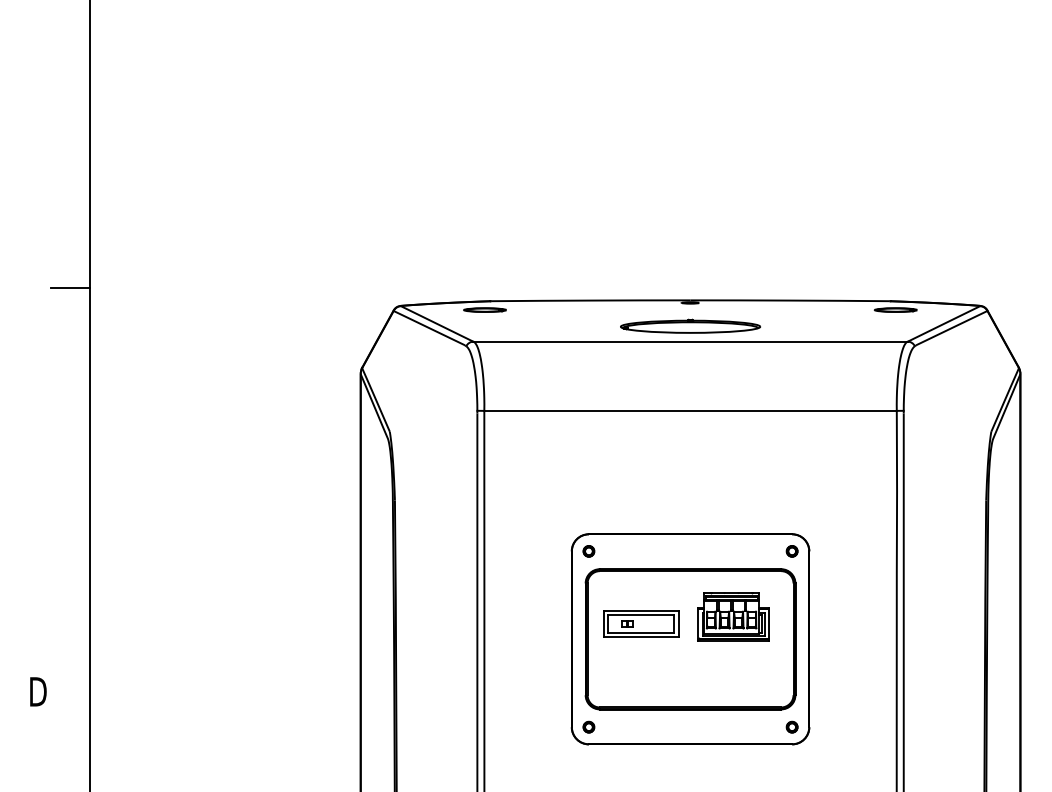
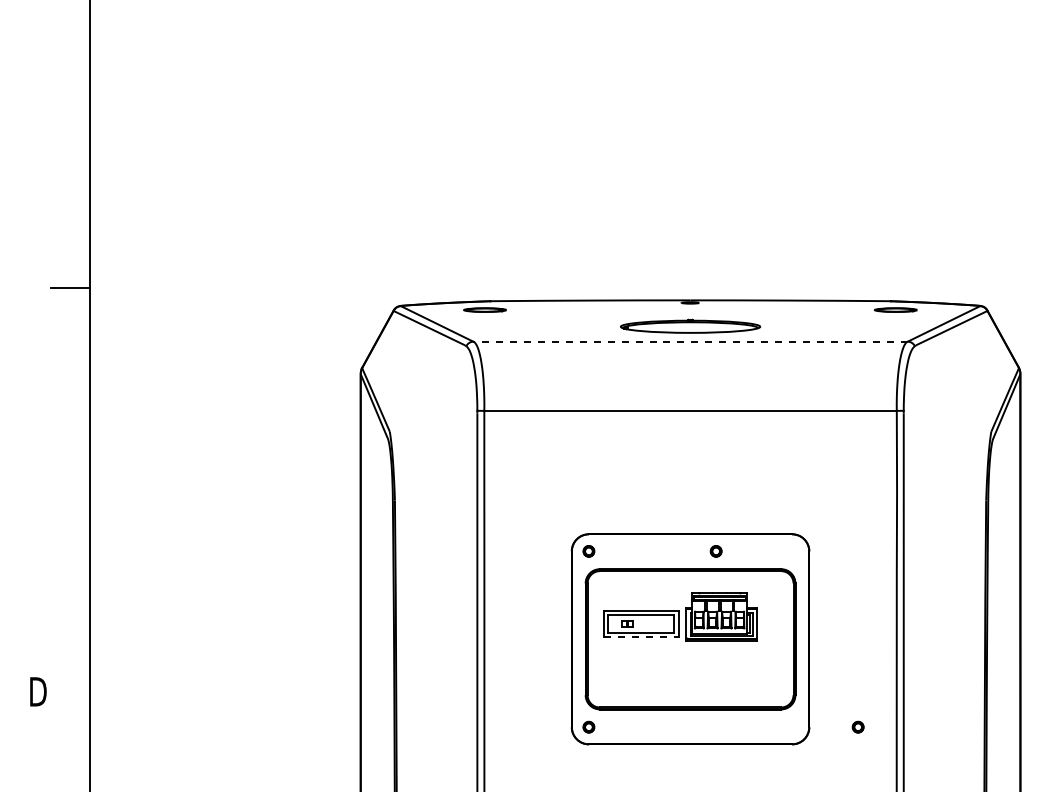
line at (690, 341): solid -> dashed
part at (791, 551) position: (791, 551) -> (715, 551)
part at (733, 616) position: (733, 616) -> (721, 616)
line at (641, 637): solid -> dashed
part at (791, 726) position: (791, 726) -> (857, 726)
